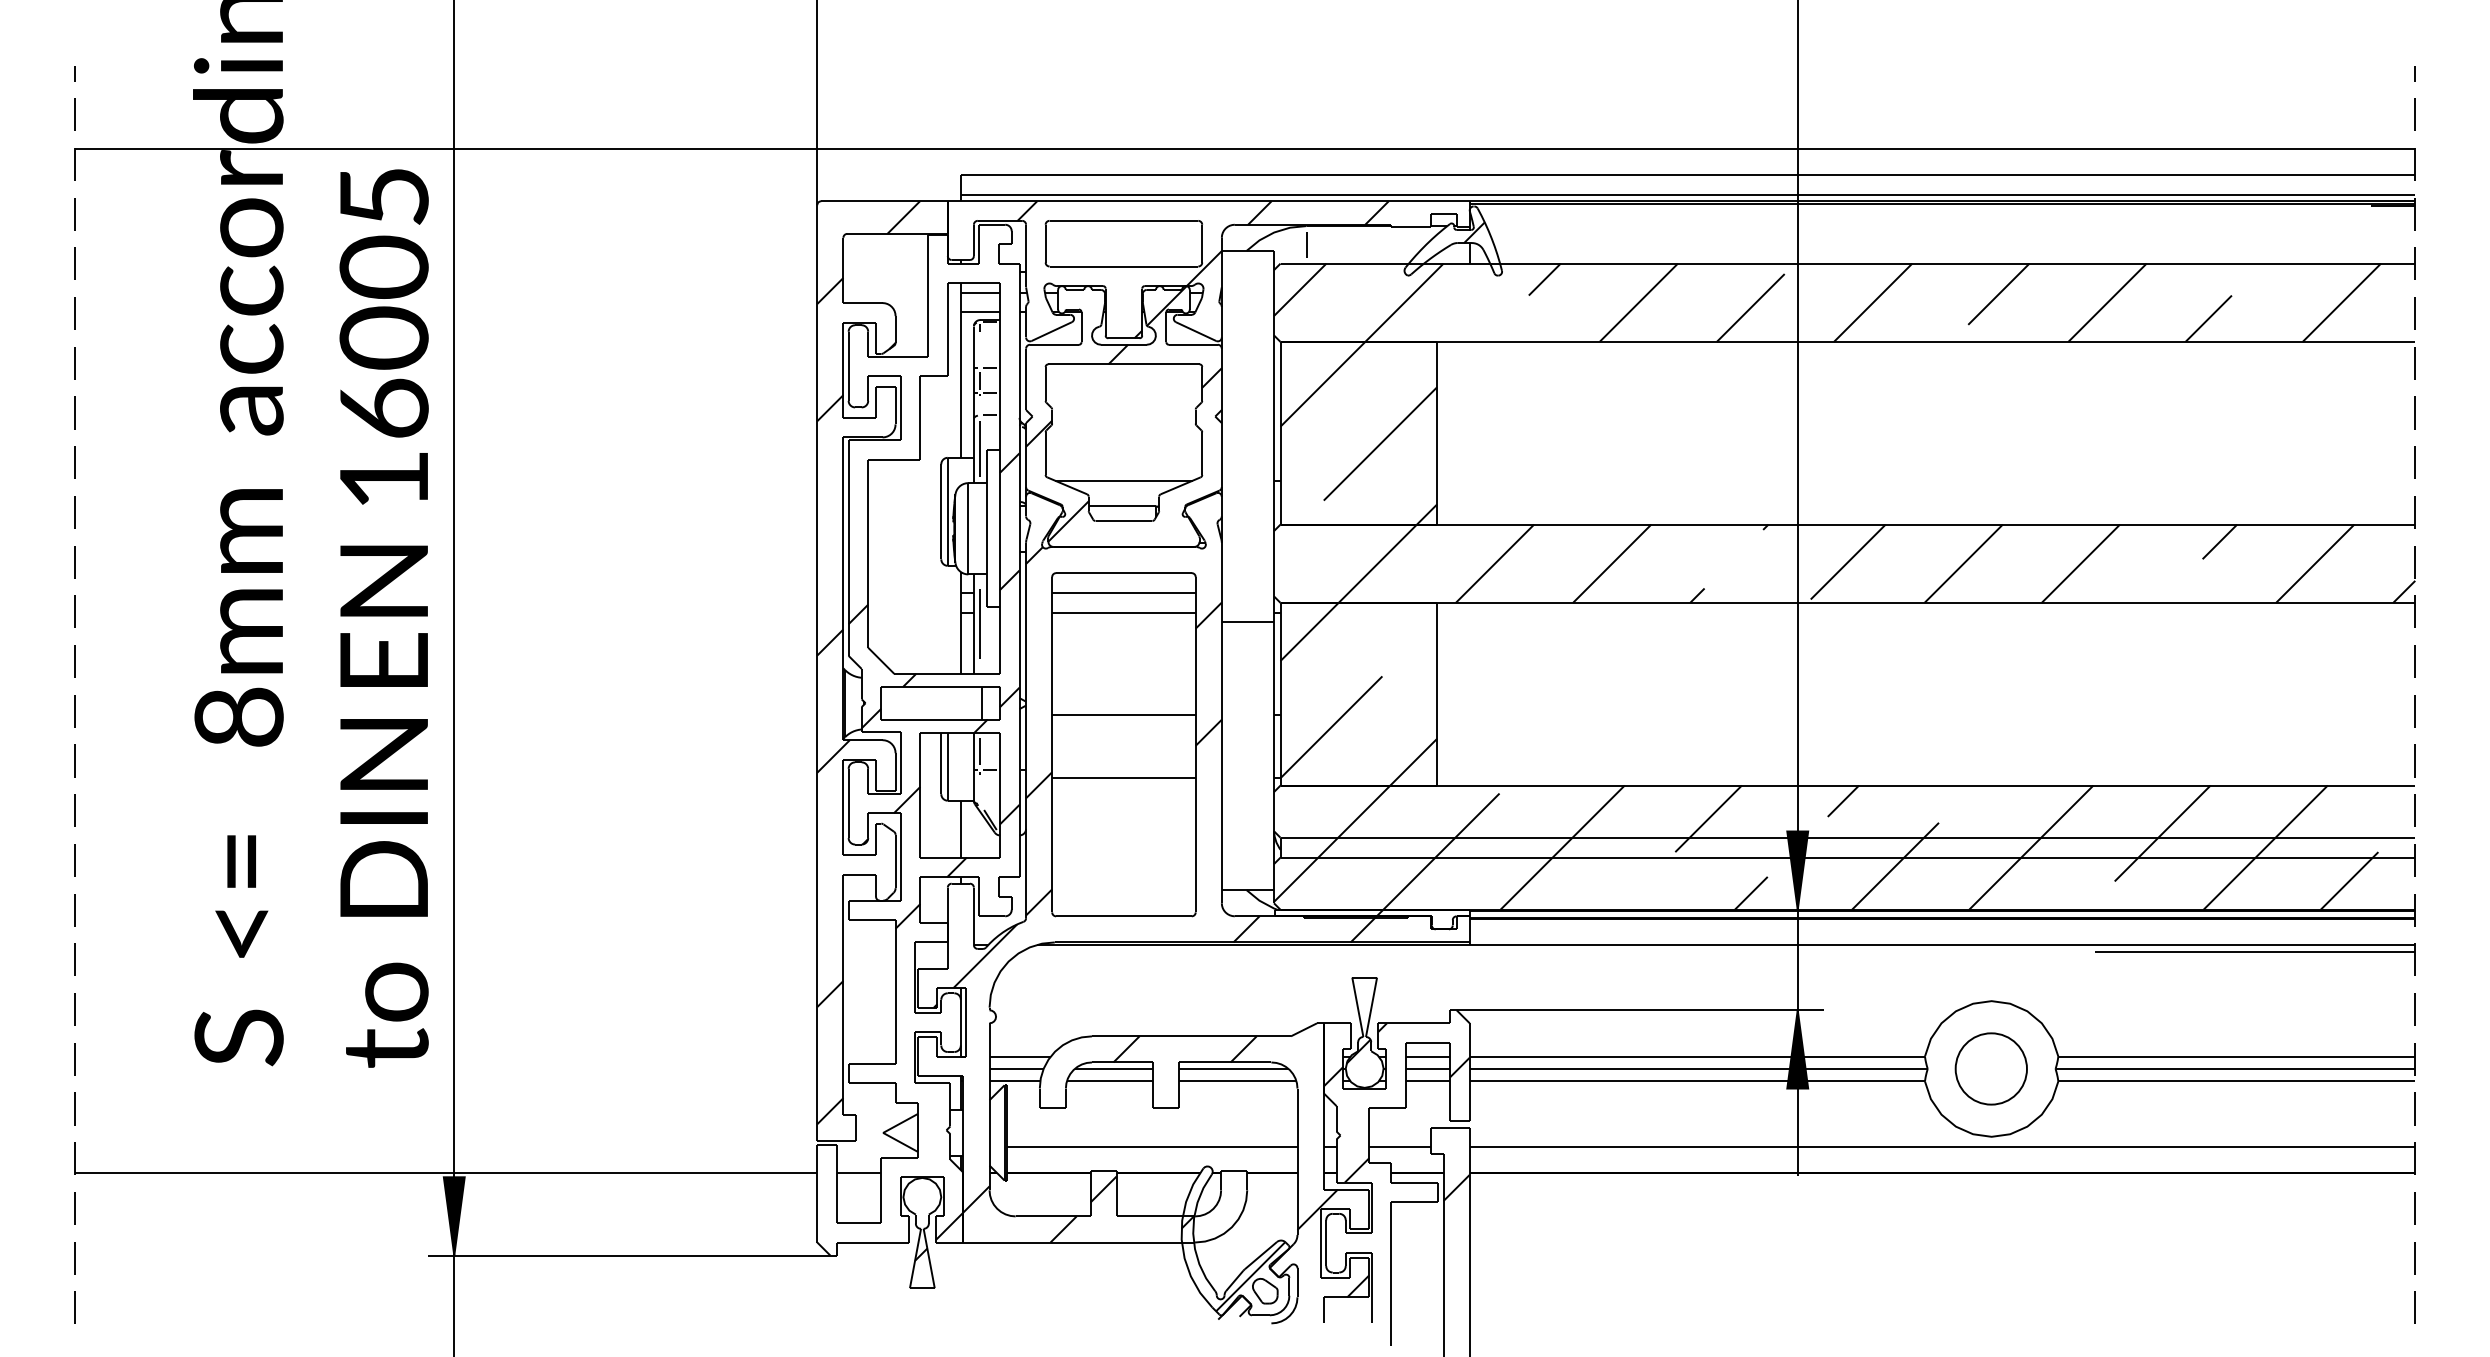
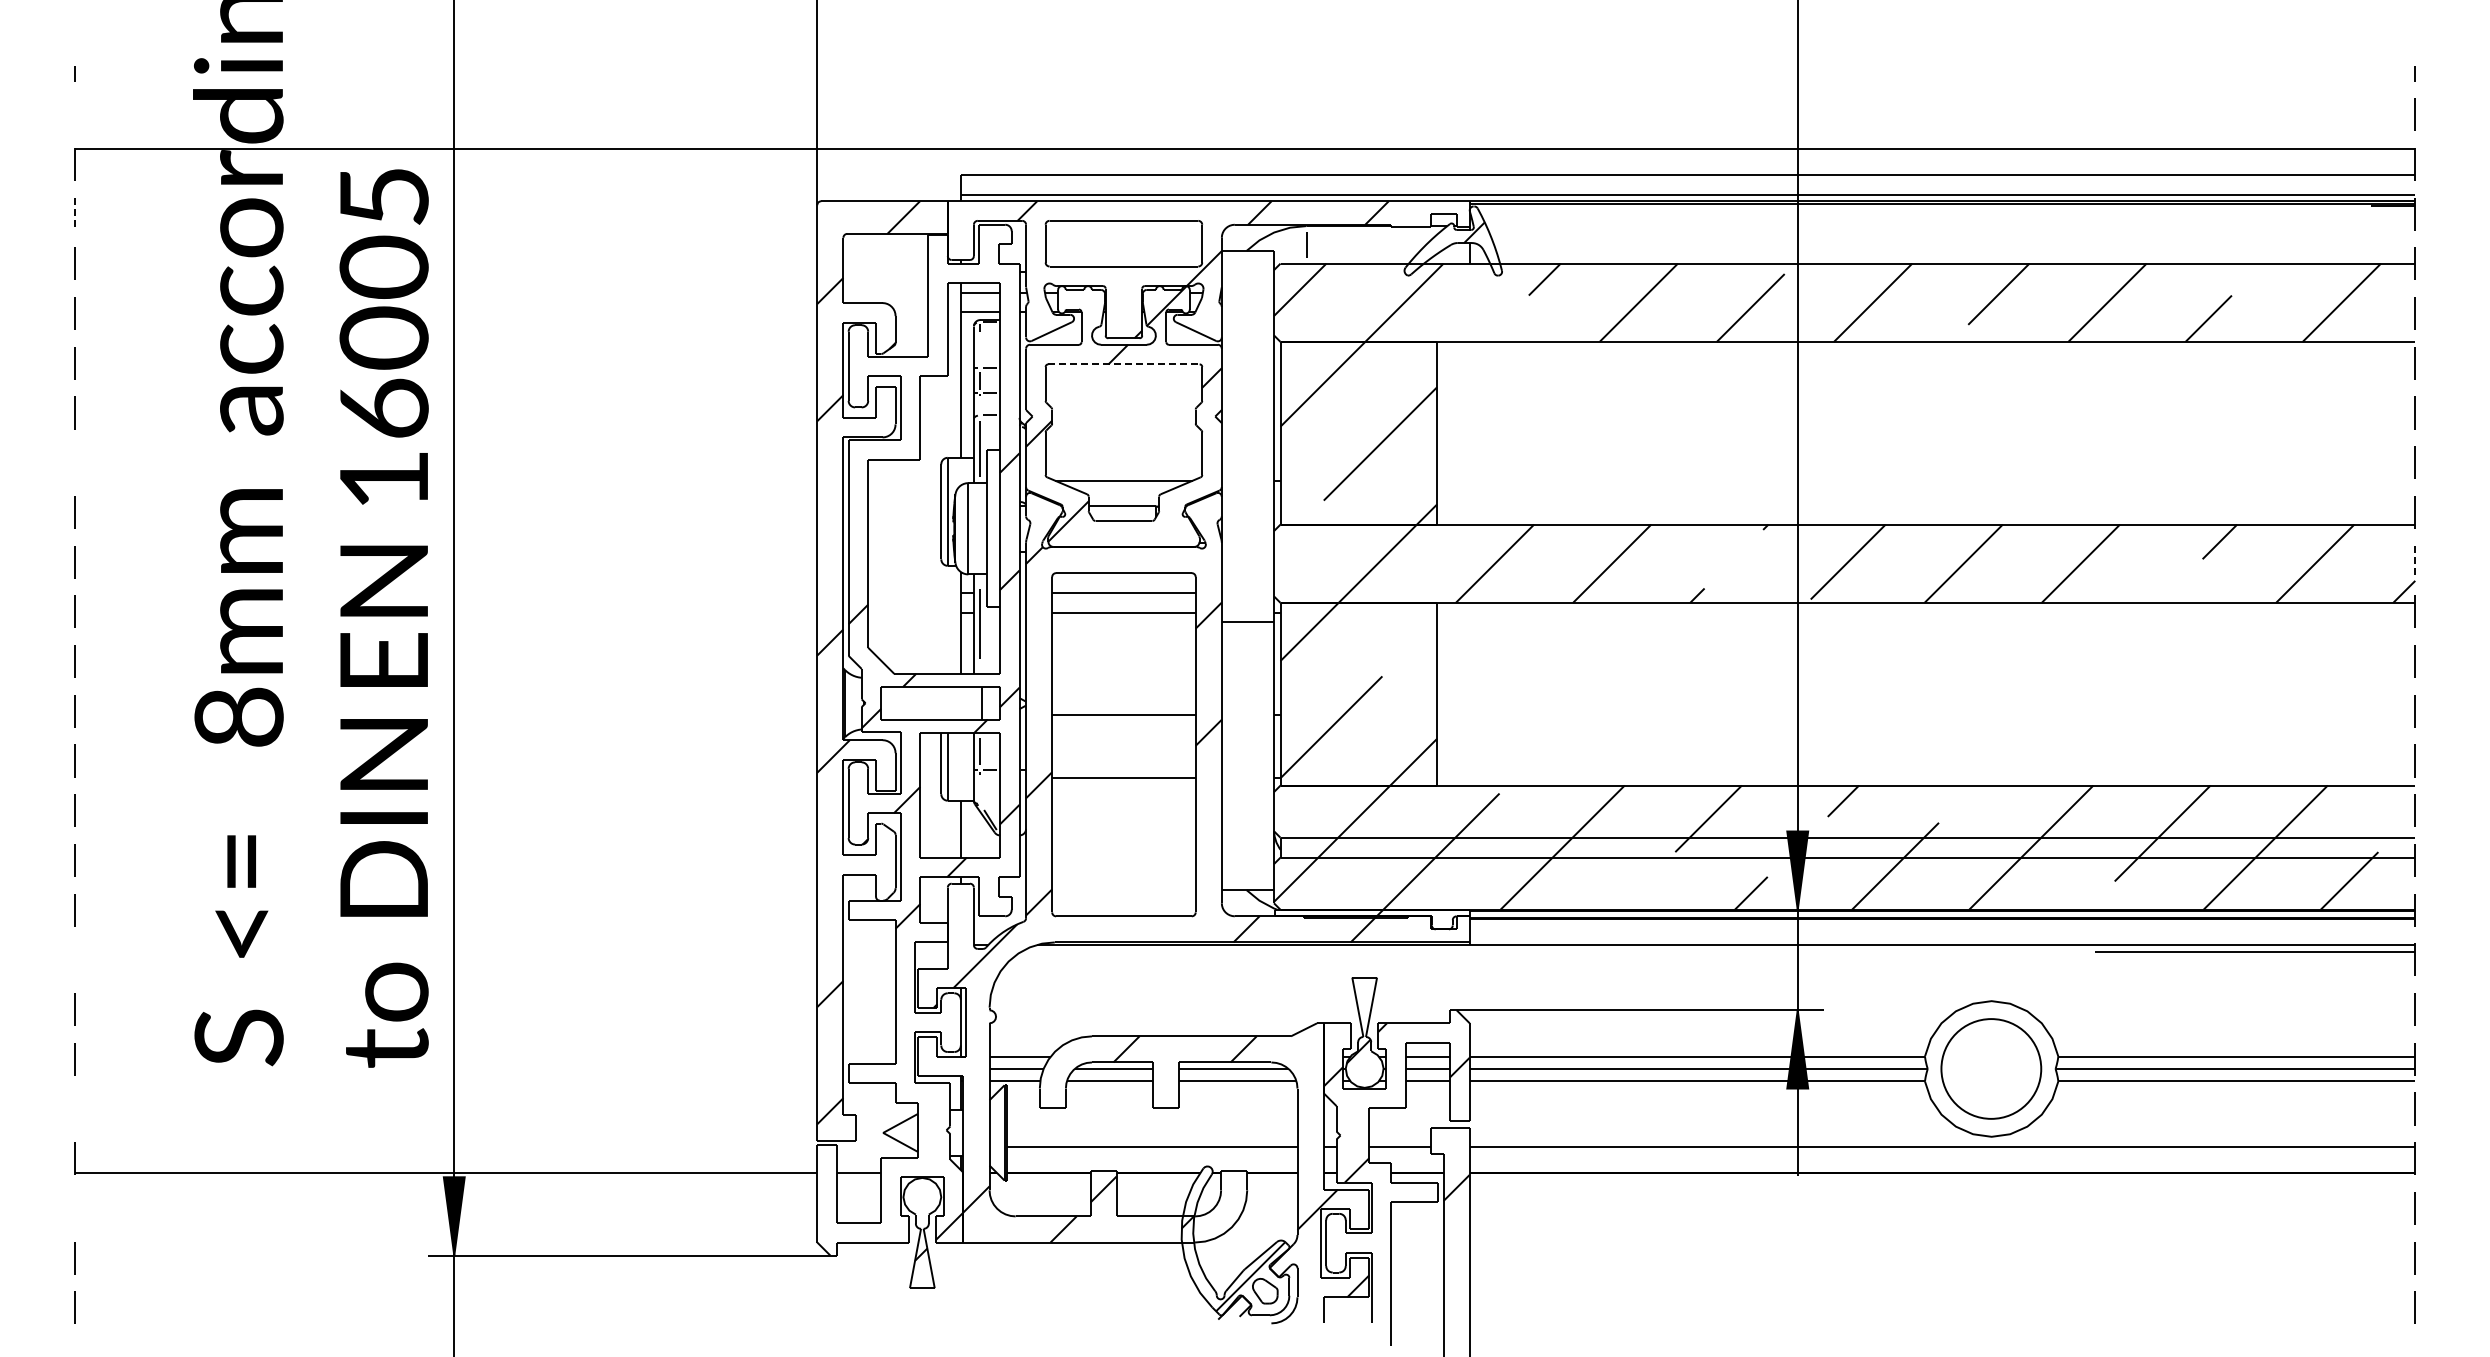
line at (74, 114): present -> none
line at (74, 214): solid -> dashed
line at (1123, 364): solid -> dashed
line at (74, 462): present -> none
line at (2415, 562): solid -> dashed
line at (74, 959): present -> none
circle at (1990, 1068) diameter: 71 px -> 100 px
line at (74, 1108): present -> none
line at (74, 1208): present -> none
